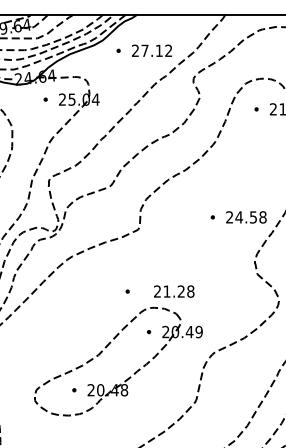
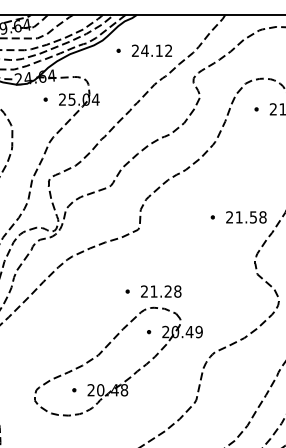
text at (144, 50): 27.12 -> 24.12
text at (239, 217): 24.58 -> 21.58
text at (174, 291) position: (174, 291) -> (161, 291)
